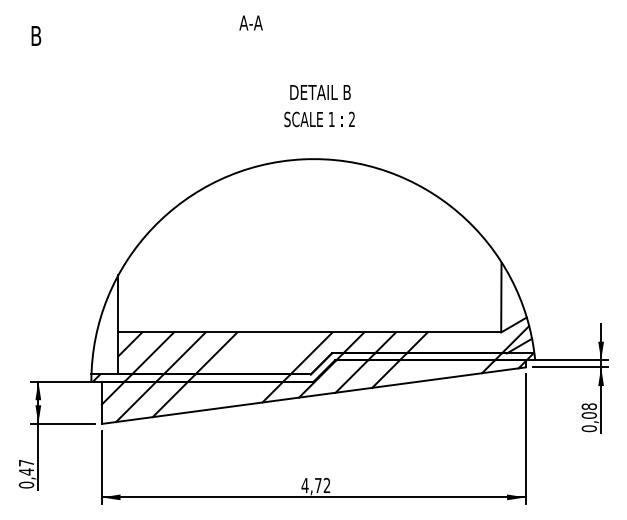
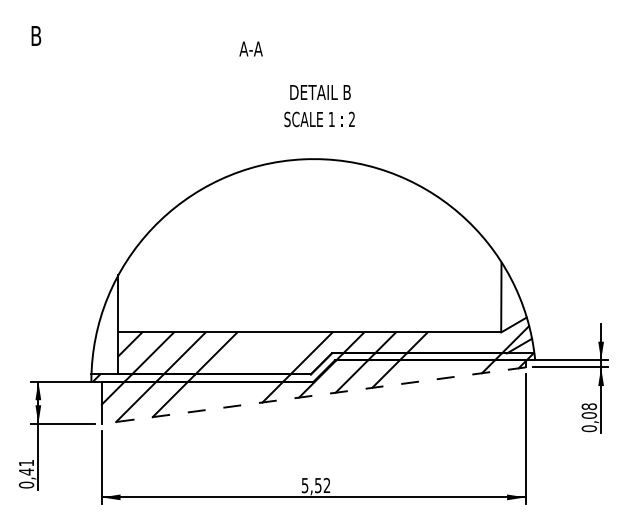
text at (250, 22) position: (250, 22) -> (250, 48)
line at (313, 395): solid -> dashed
text at (26, 463): 0,47 -> 0,41
text at (311, 485): 4,72 -> 5,52
